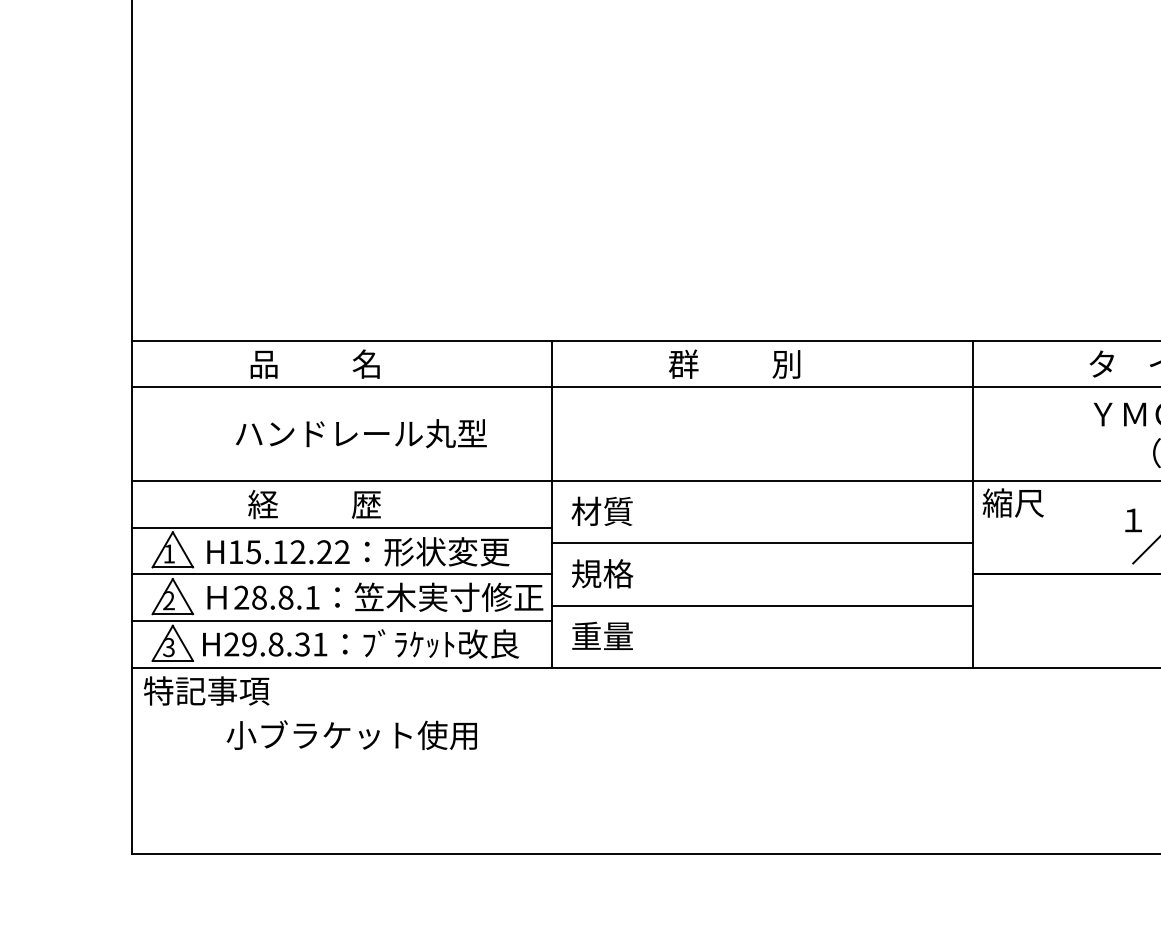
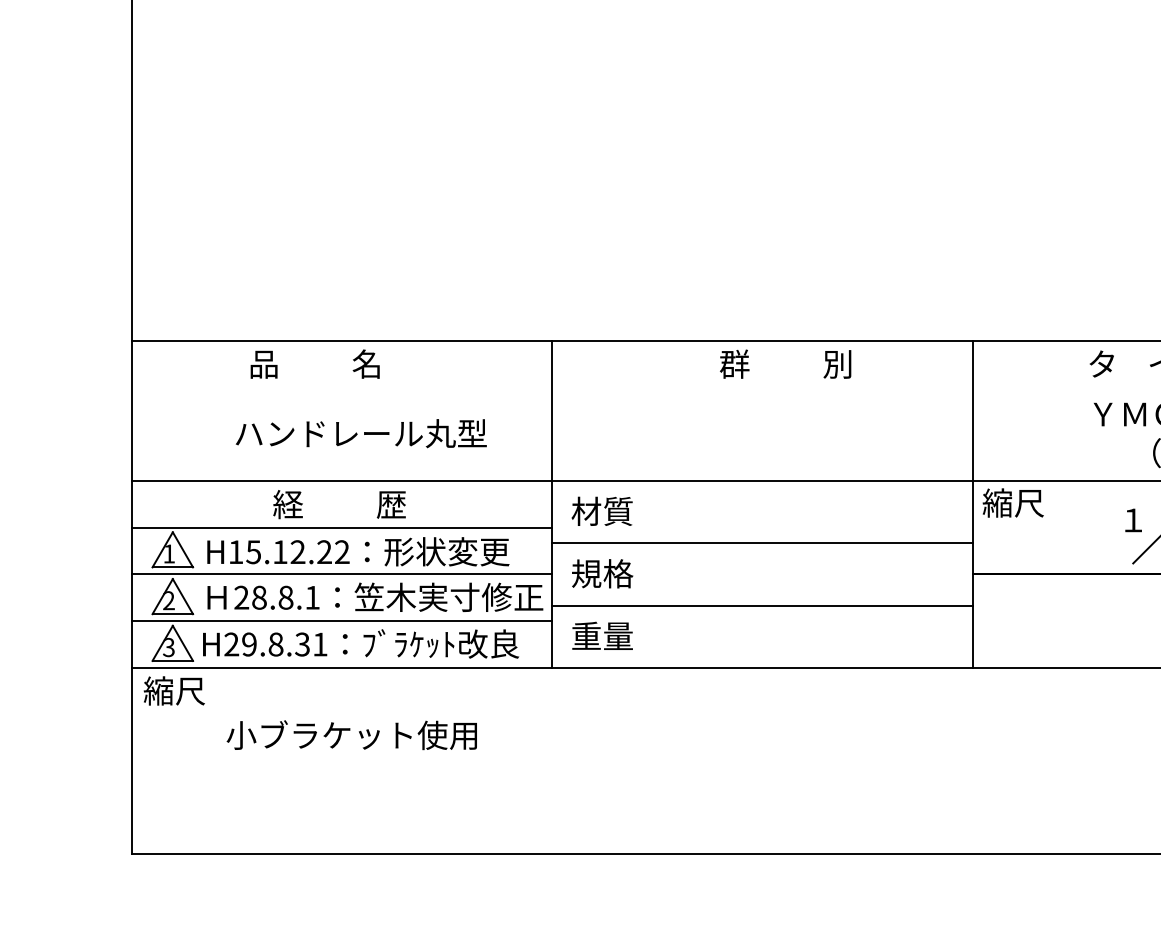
text at (734, 363) position: (734, 363) -> (785, 363)
line at (644, 387): present -> none
text at (314, 504) position: (314, 504) -> (339, 504)
text at (206, 690): 特記事項 -> 縮尺
